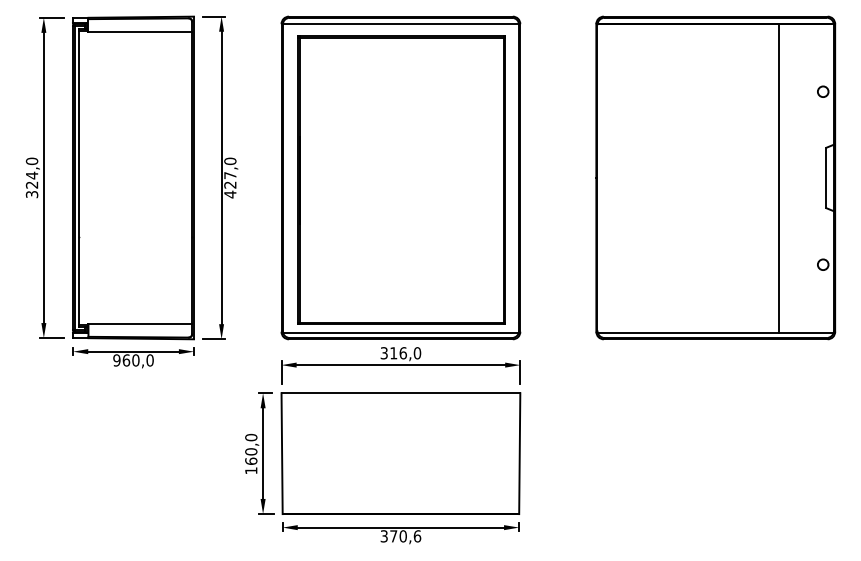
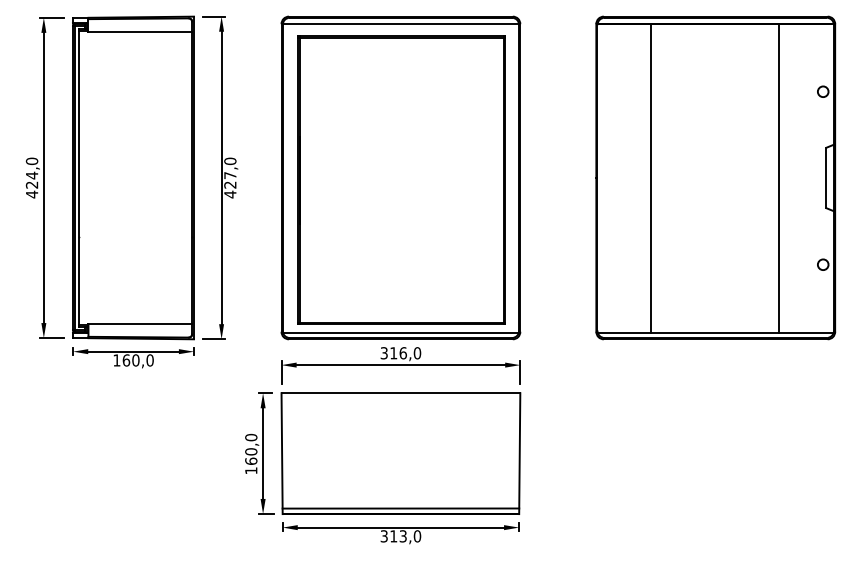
line at (650, 178): none -> present
text at (31, 194): 324,0 -> 424,0
text at (116, 360): 960,0 -> 160,0
line at (400, 508): none -> present
text at (405, 536): 370,6 -> 313,0
